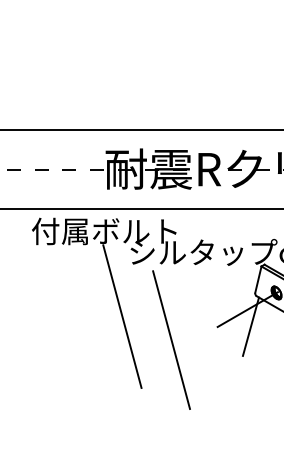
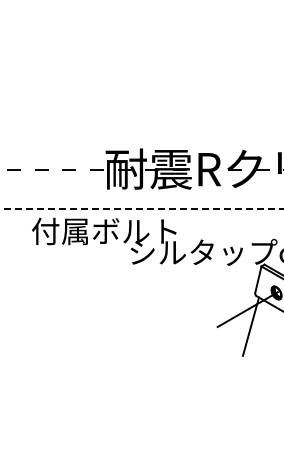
line at (141, 130): present -> none
line at (142, 209): solid -> dashed
line at (122, 316): present -> none
line at (171, 339): present -> none
